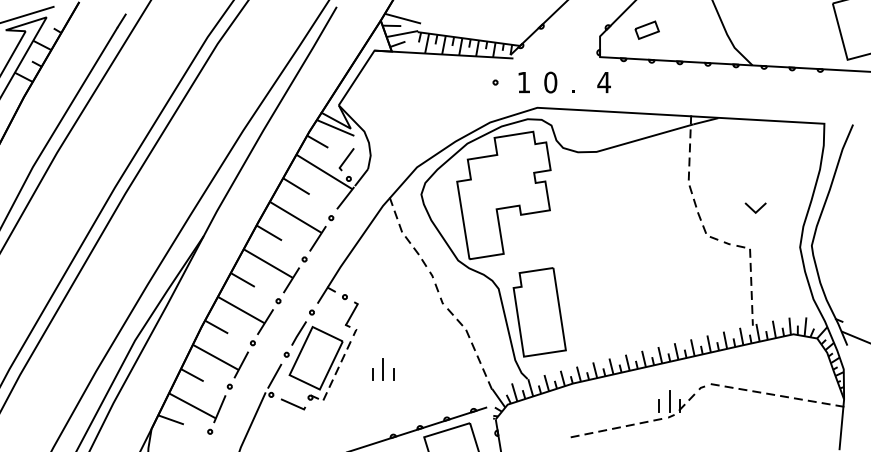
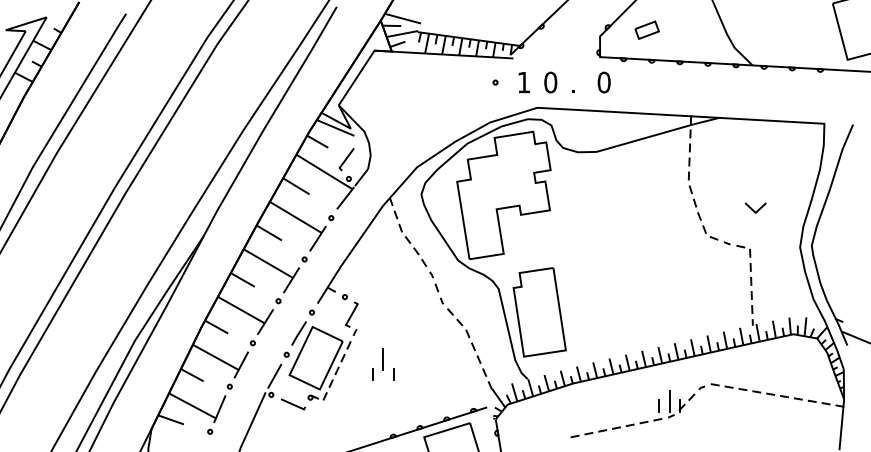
line at (27, 14): present -> none
text at (603, 82): 4 -> 0
line at (382, 369) position: (382, 369) -> (382, 359)
